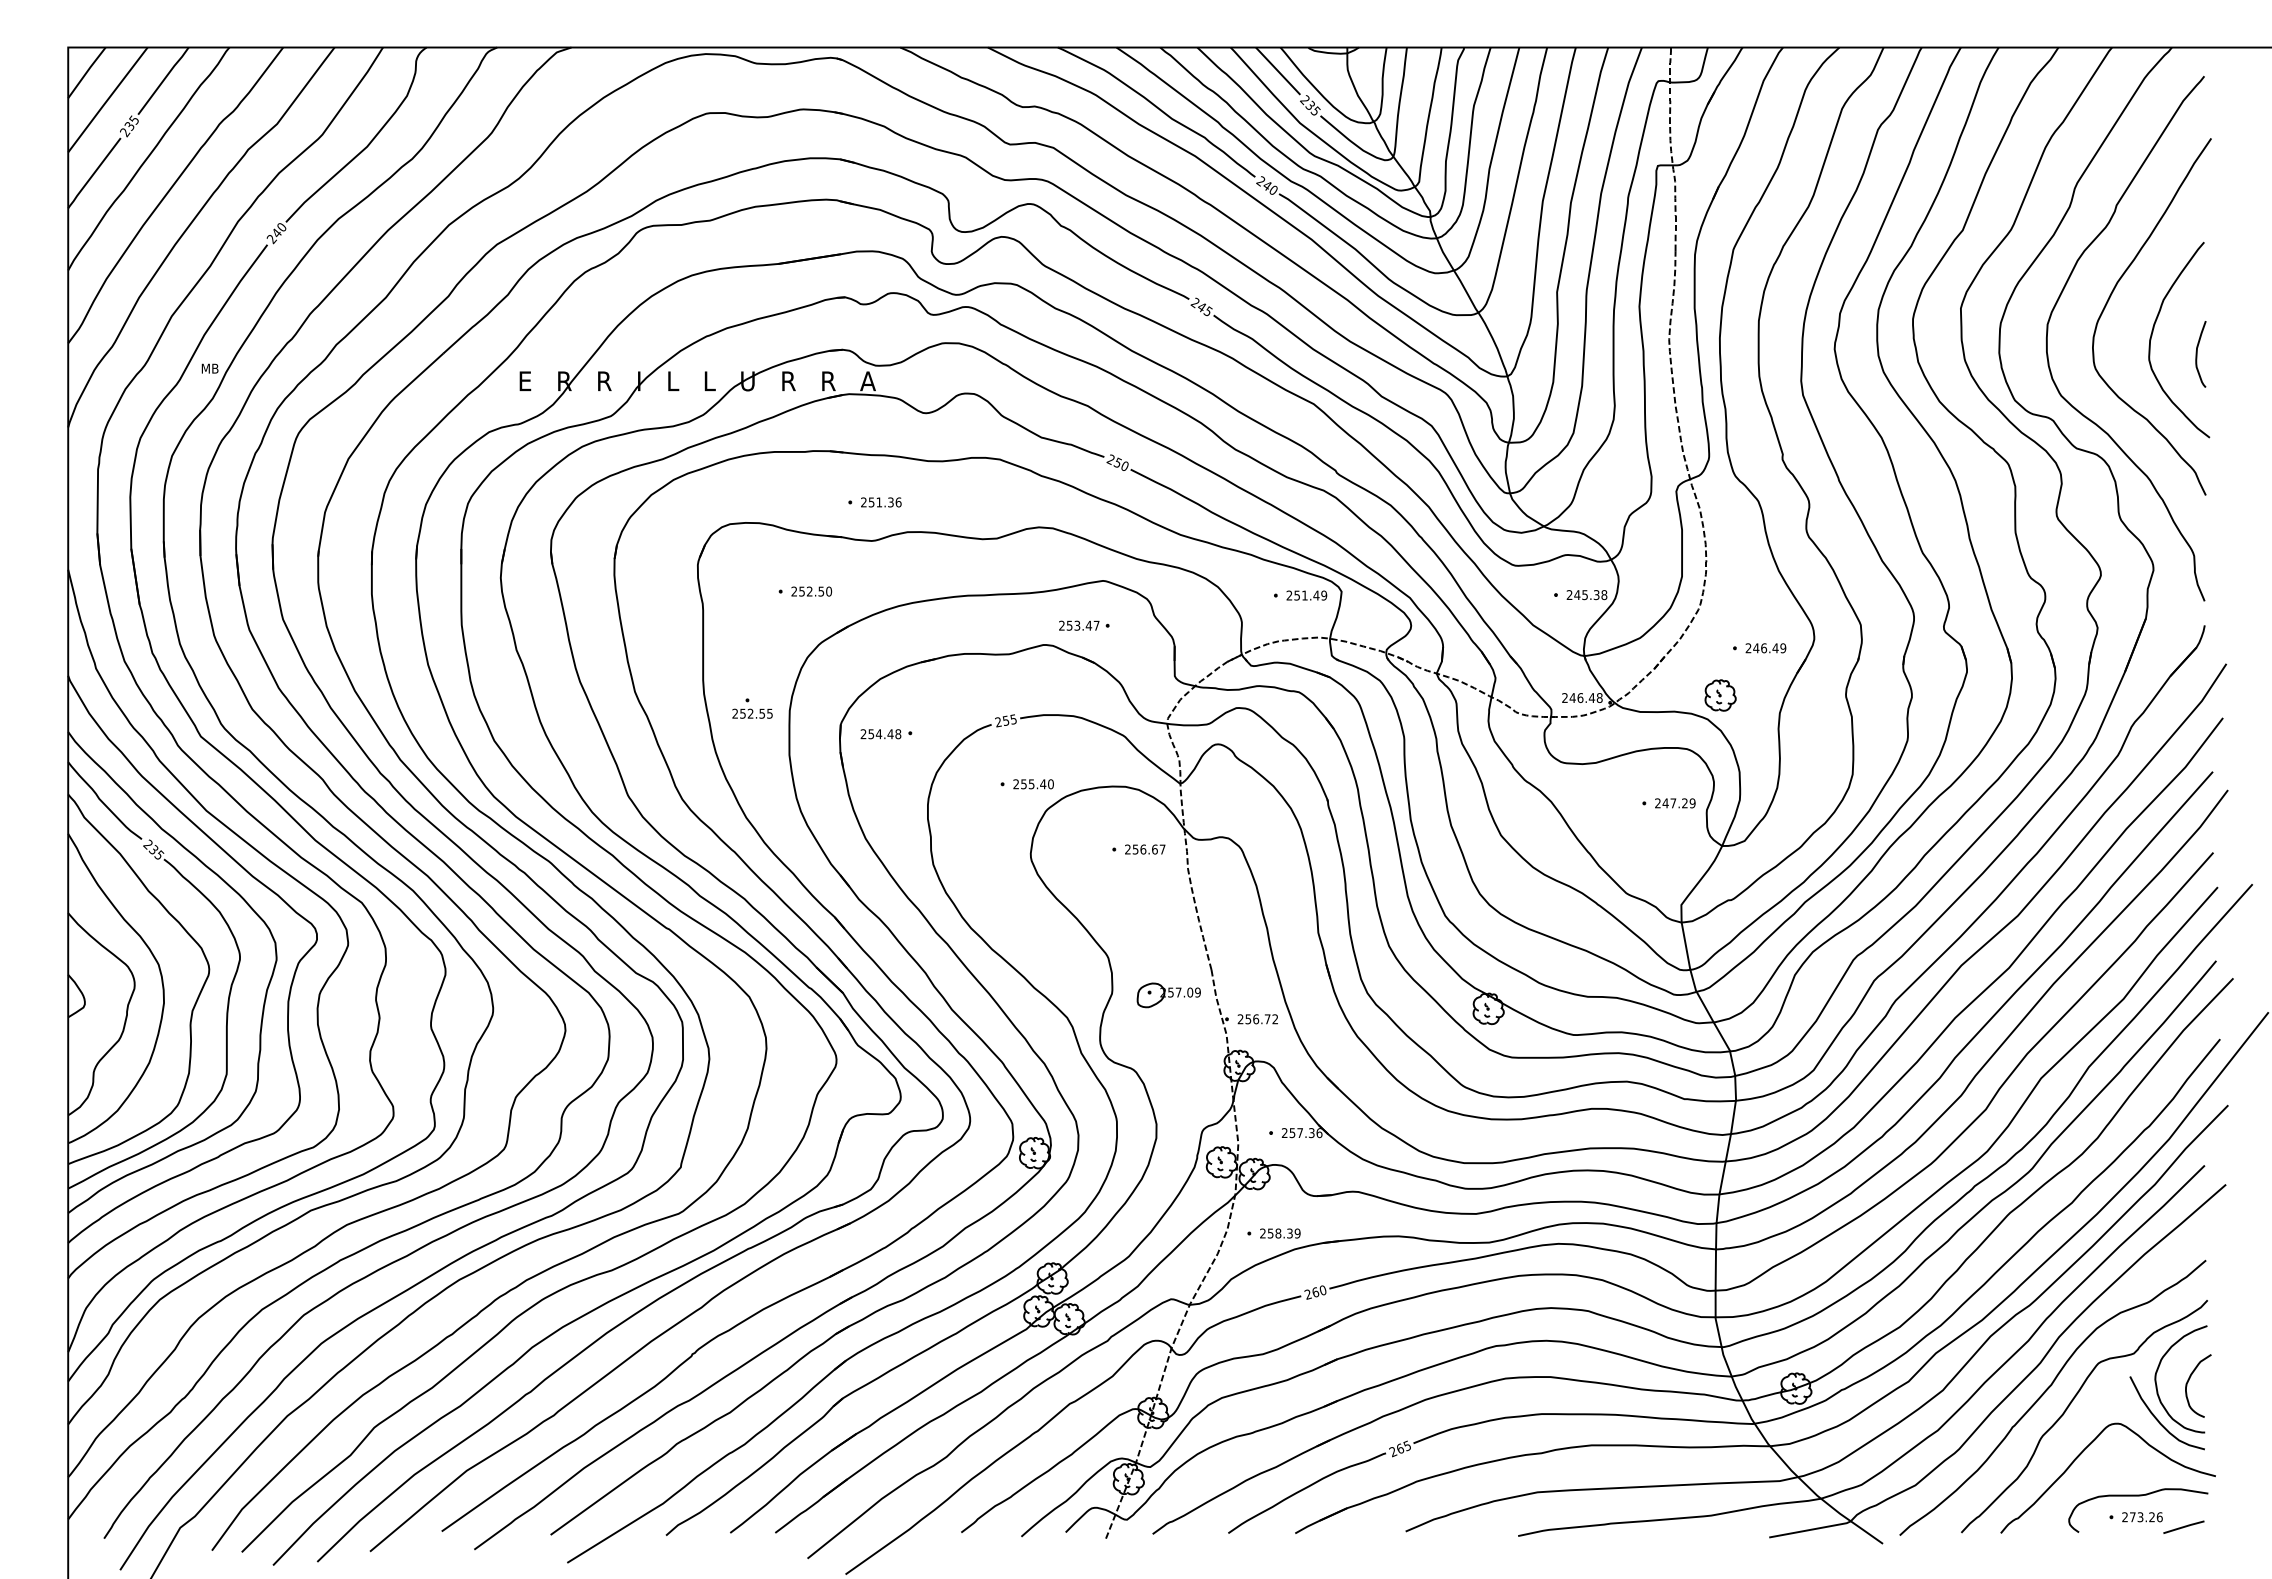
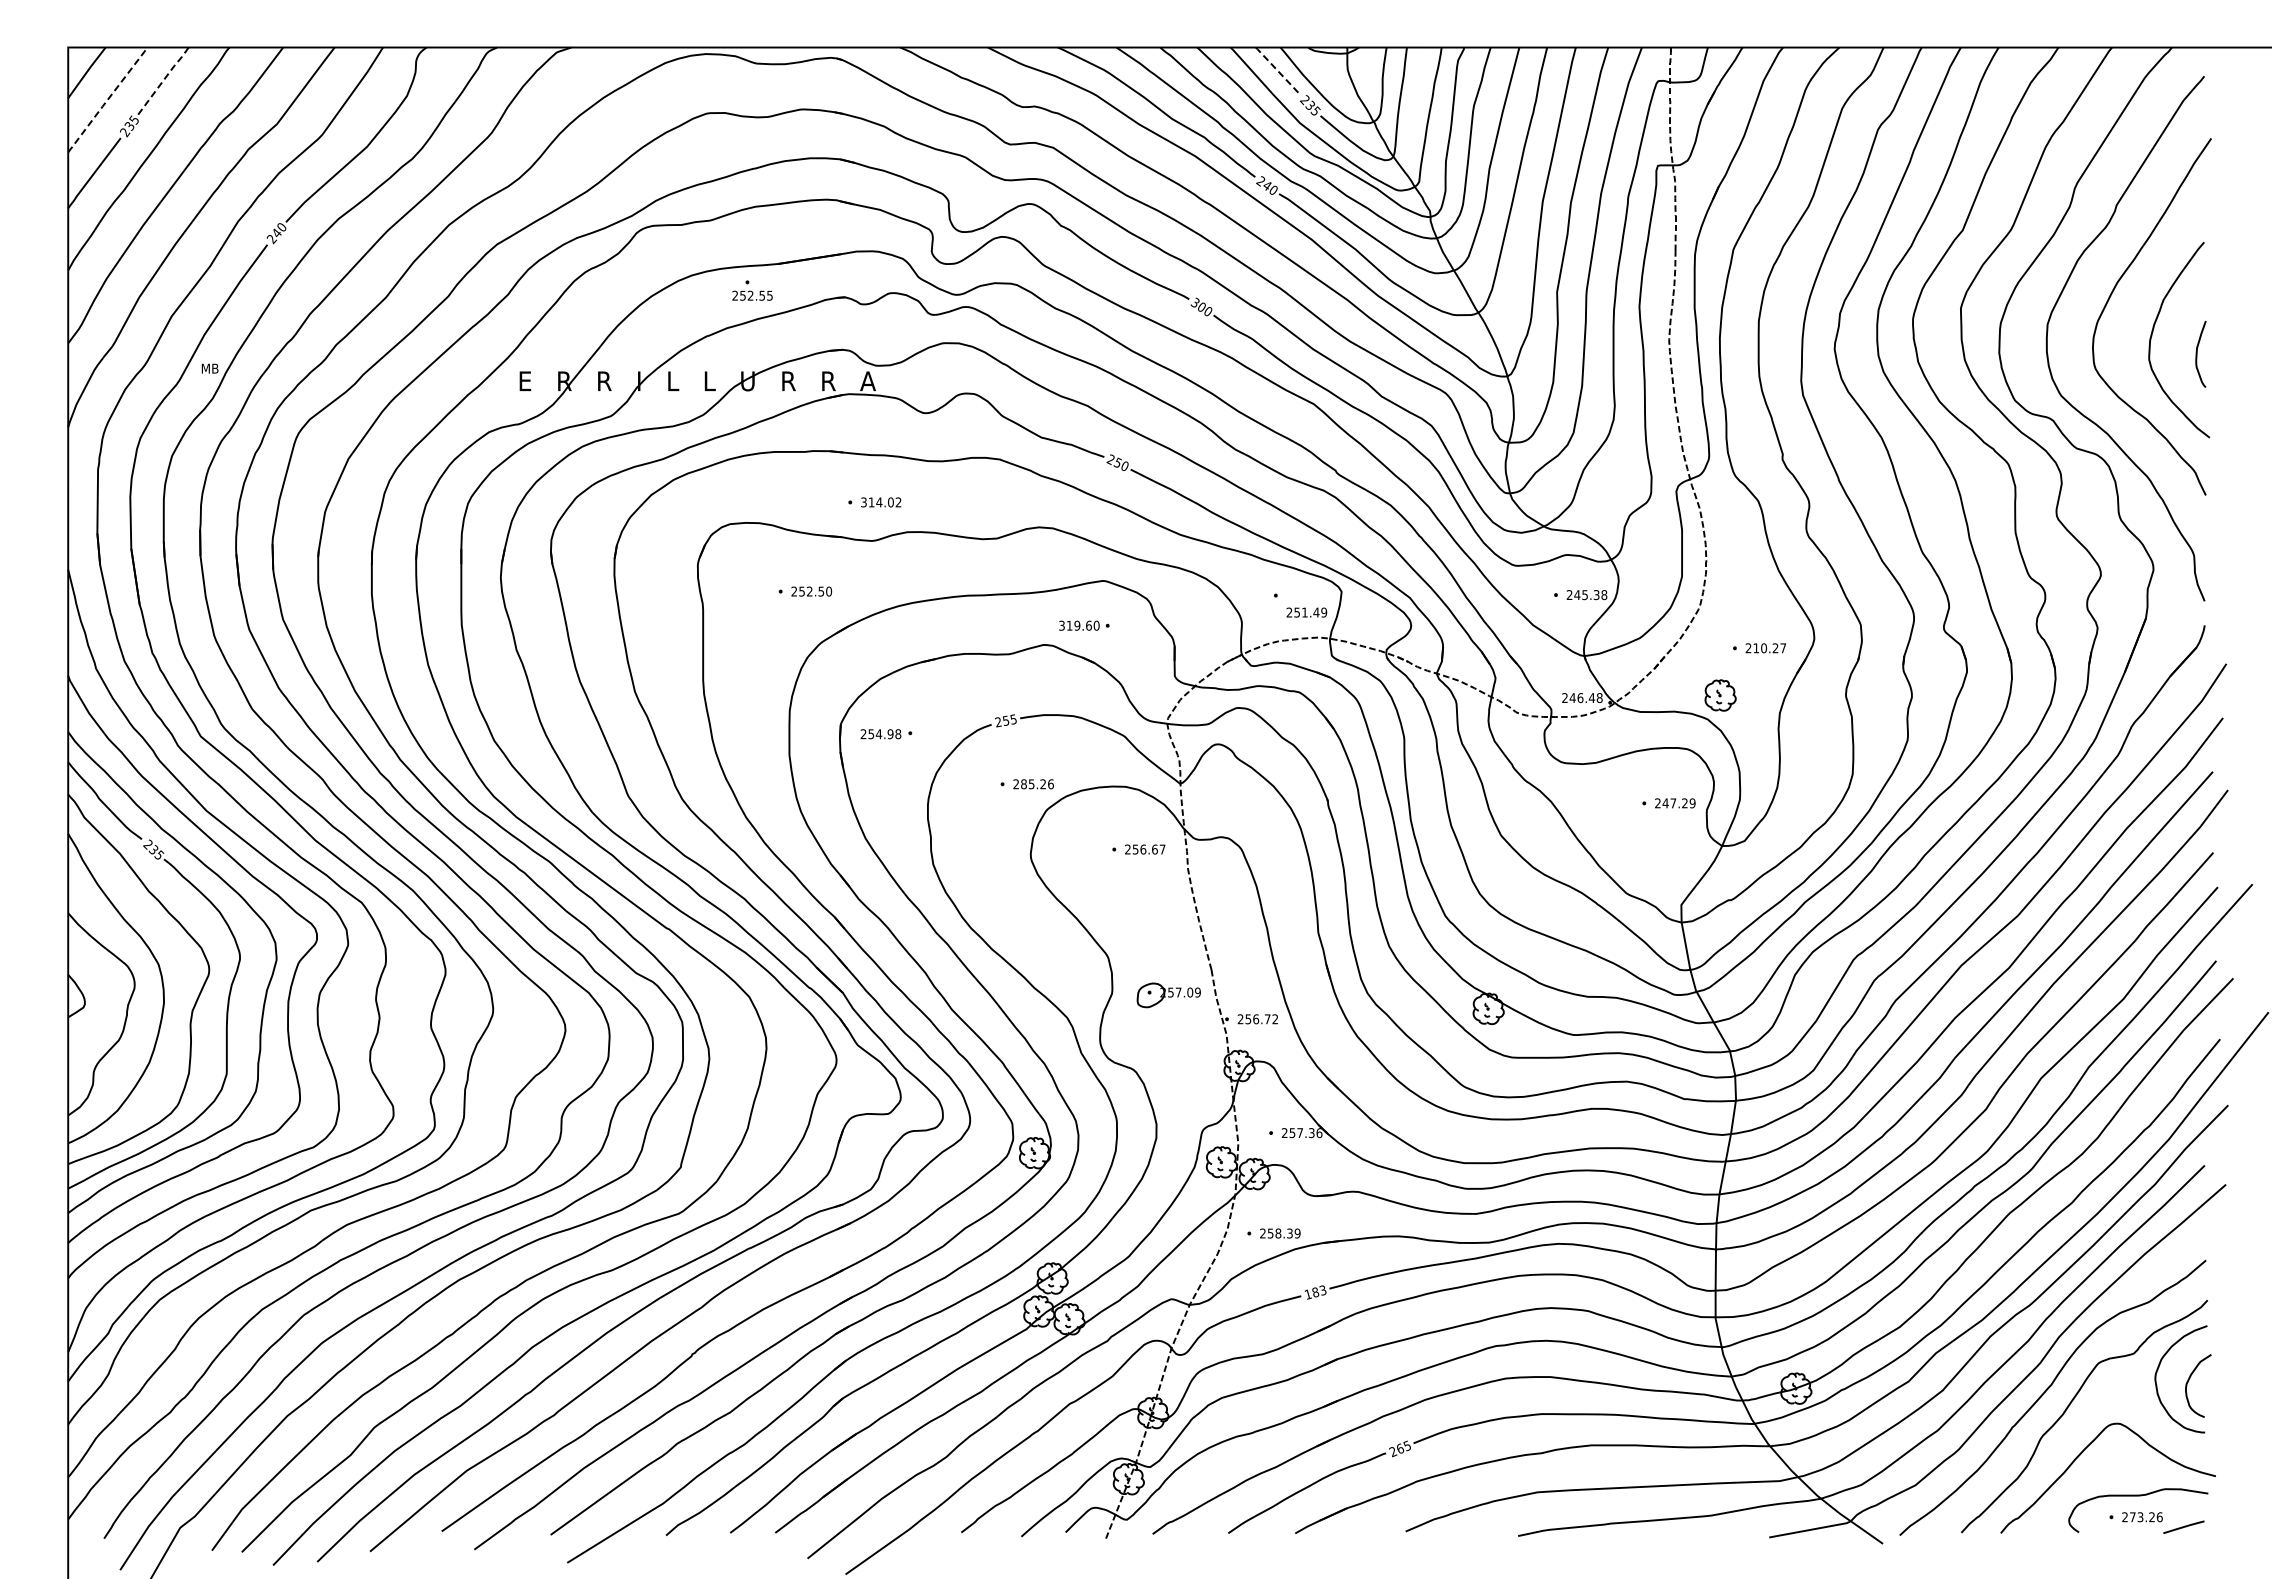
line at (1277, 71): solid -> dashed
line at (164, 79): solid -> dashed
line at (107, 100): solid -> dashed
text at (1201, 306): 245 -> 300
text at (881, 502): 251.36 -> 314.02
text at (1306, 595) position: (1306, 595) -> (1306, 612)
text at (1079, 625): 253.47 -> 319.60
text at (1769, 648): 246.49 -> 210.27
part at (752, 708) position: (752, 708) -> (752, 290)
text at (890, 734): 254.48 -> 254.98
text at (1037, 784): 255.40 -> 285.26
text at (1315, 1292): 260 -> 183
curve at (2159, 1420): present -> none
